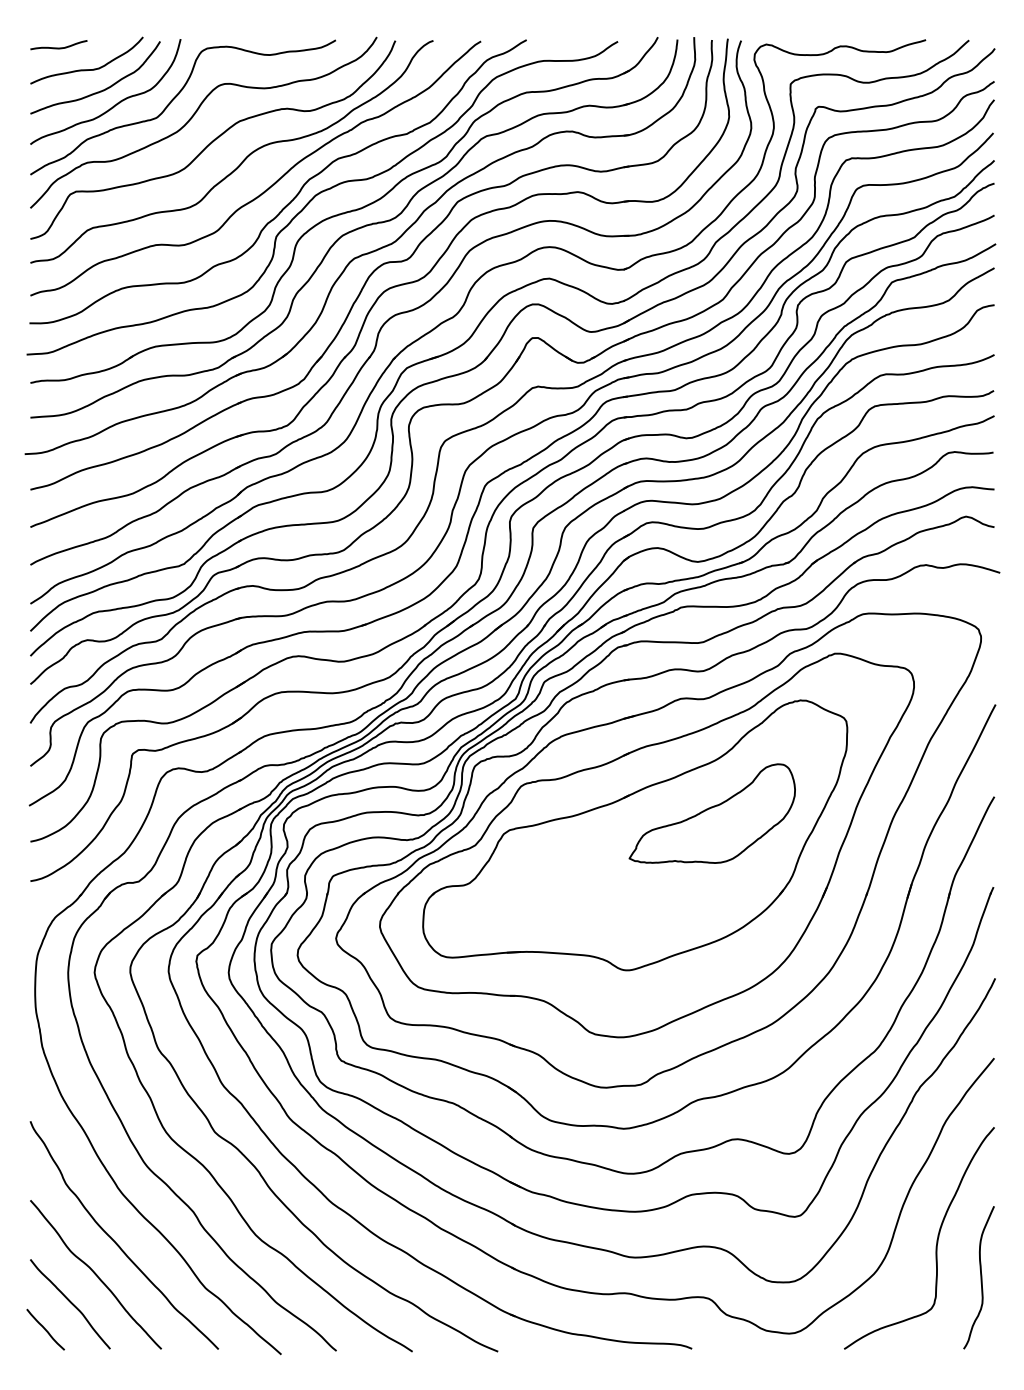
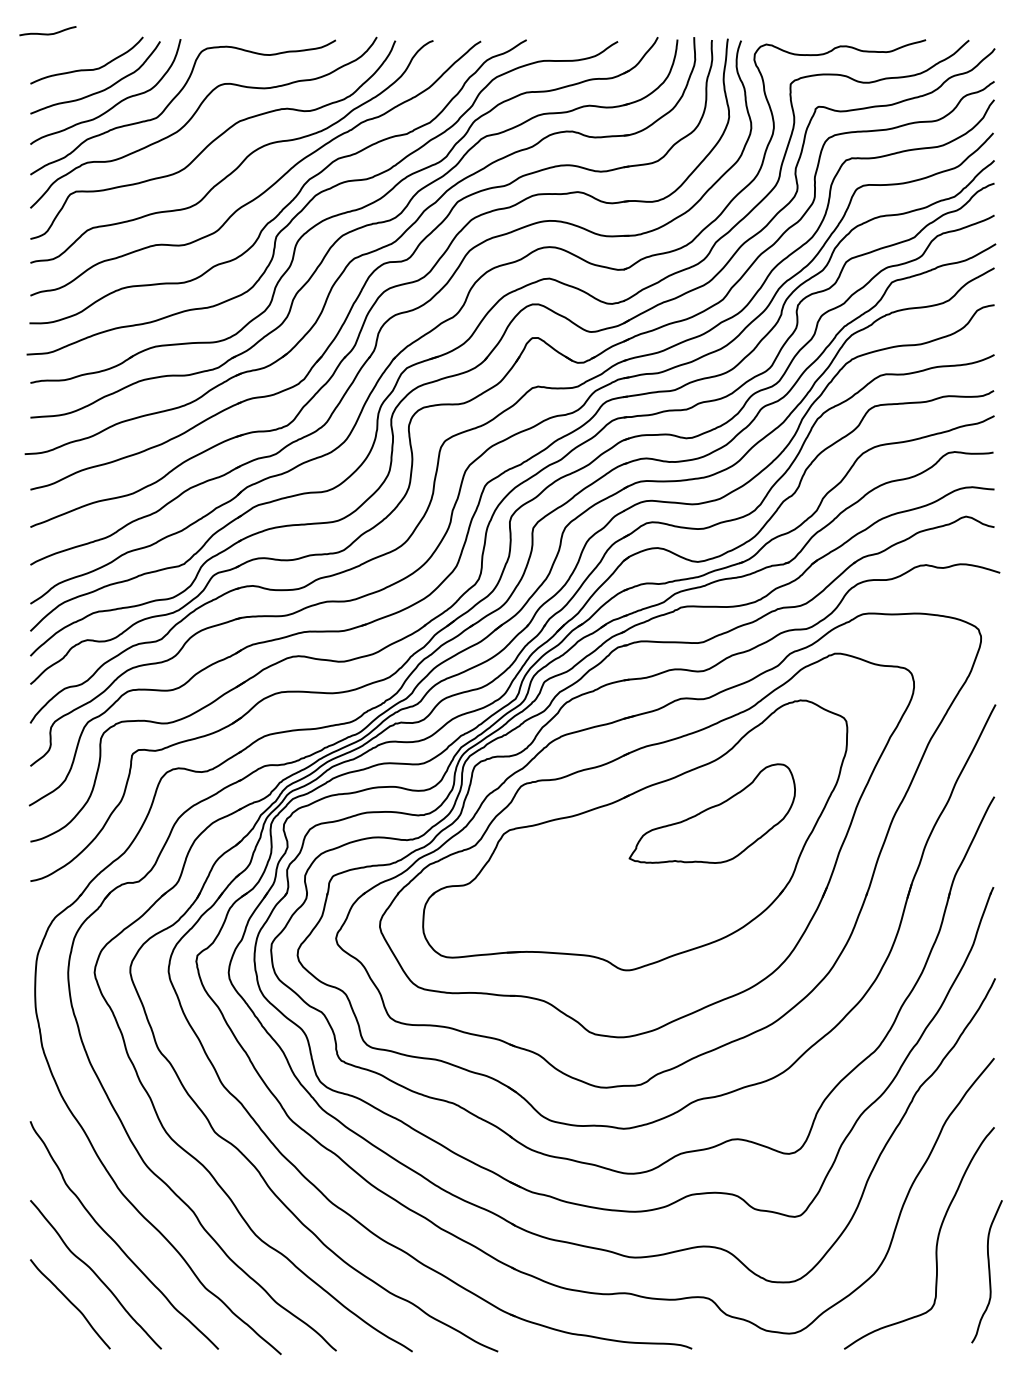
curve at (58, 47) position: (58, 47) -> (47, 33)
curve at (980, 1277) position: (980, 1277) -> (988, 1271)
line at (45, 1329): present -> none
